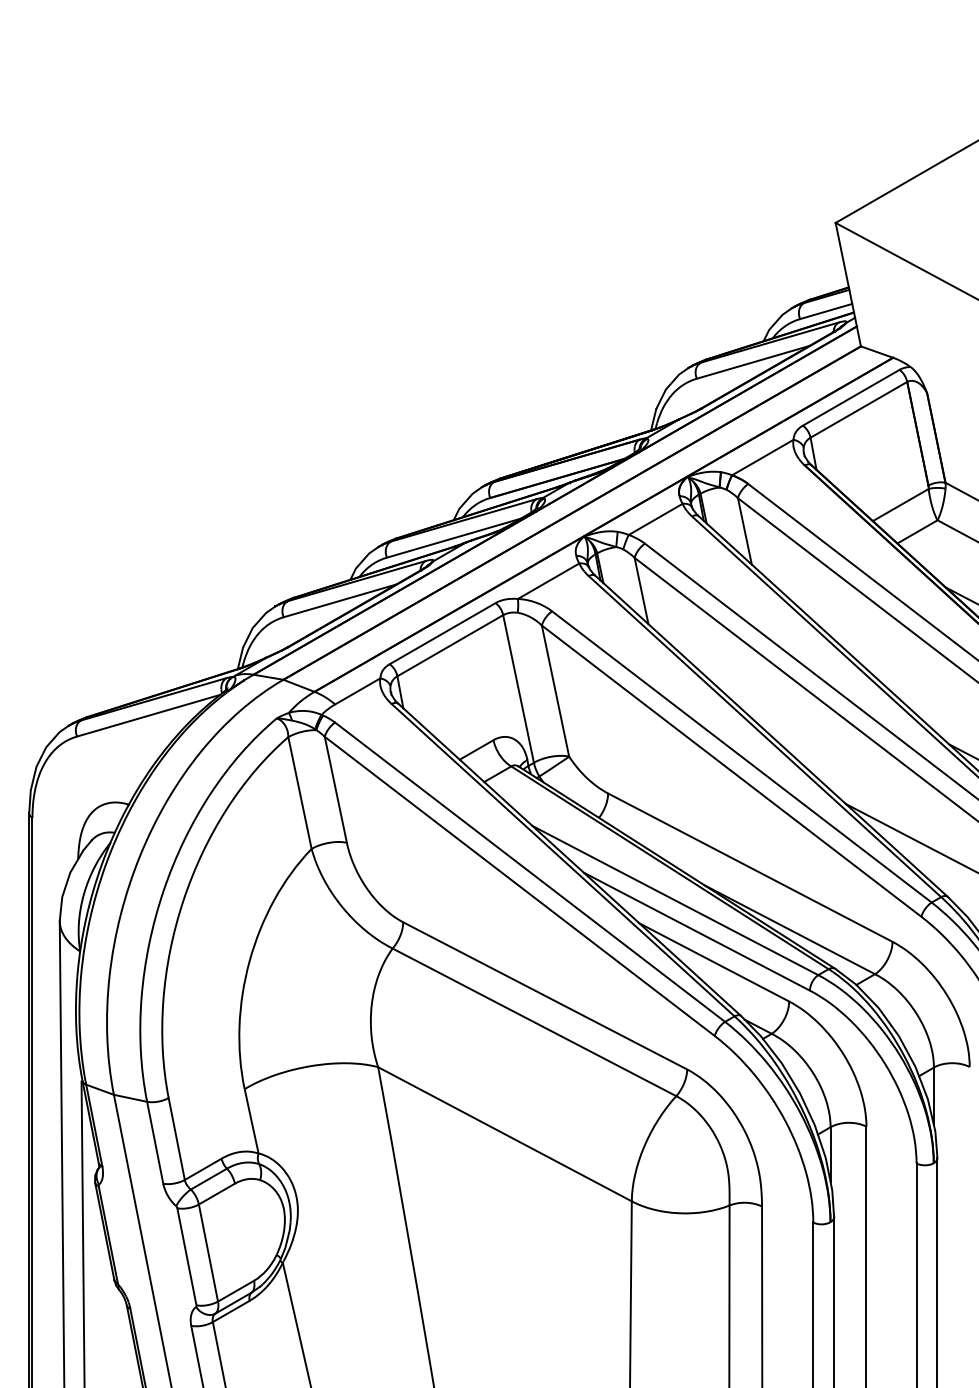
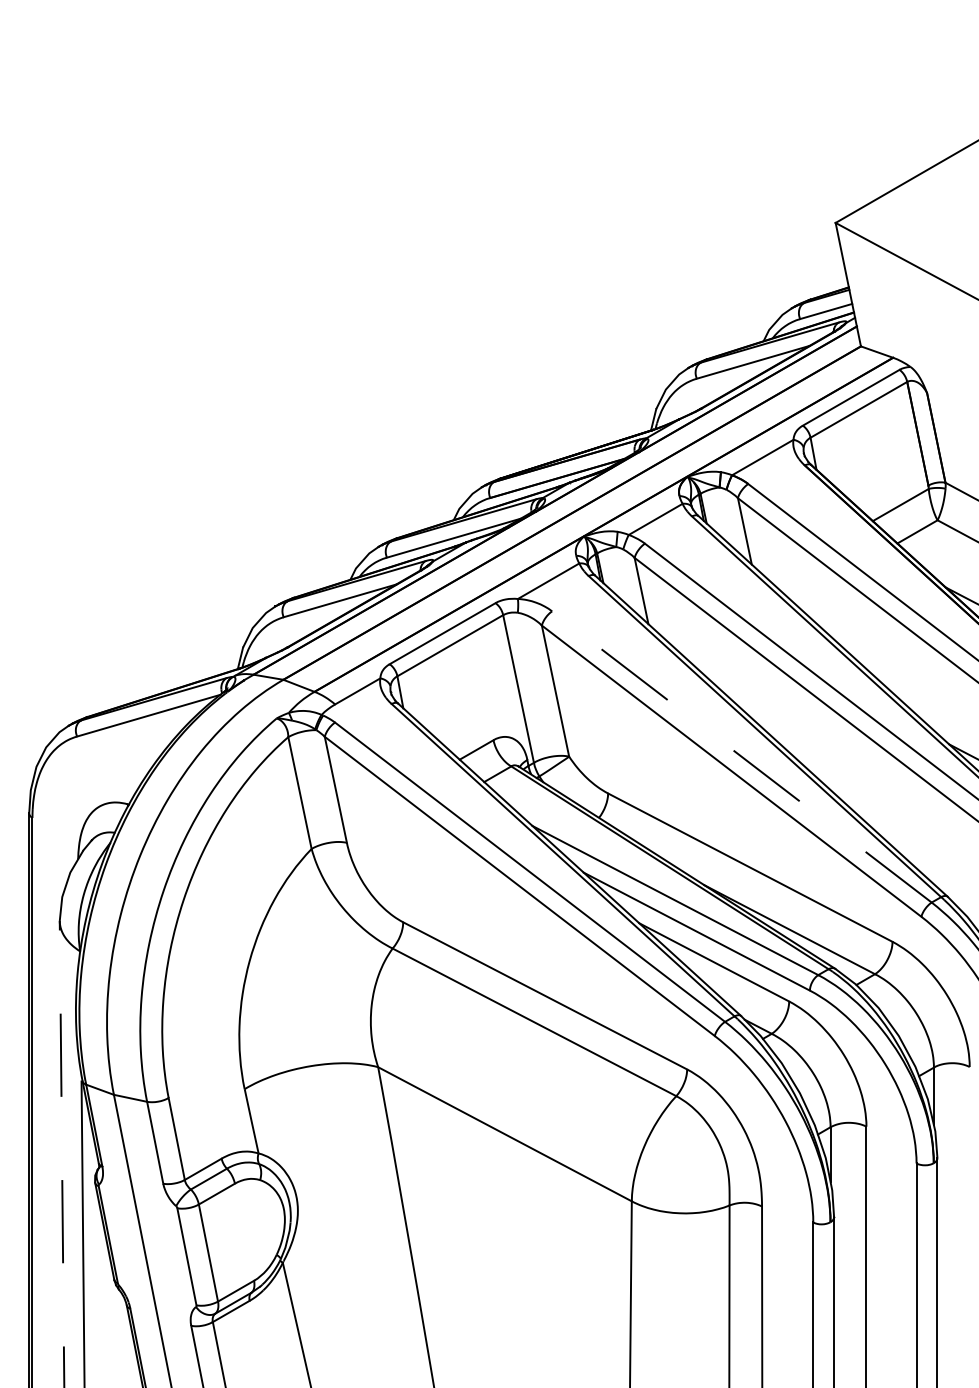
line at (741, 756): solid -> dashed
line at (910, 837): present -> none
line at (62, 1153): solid -> dashed
